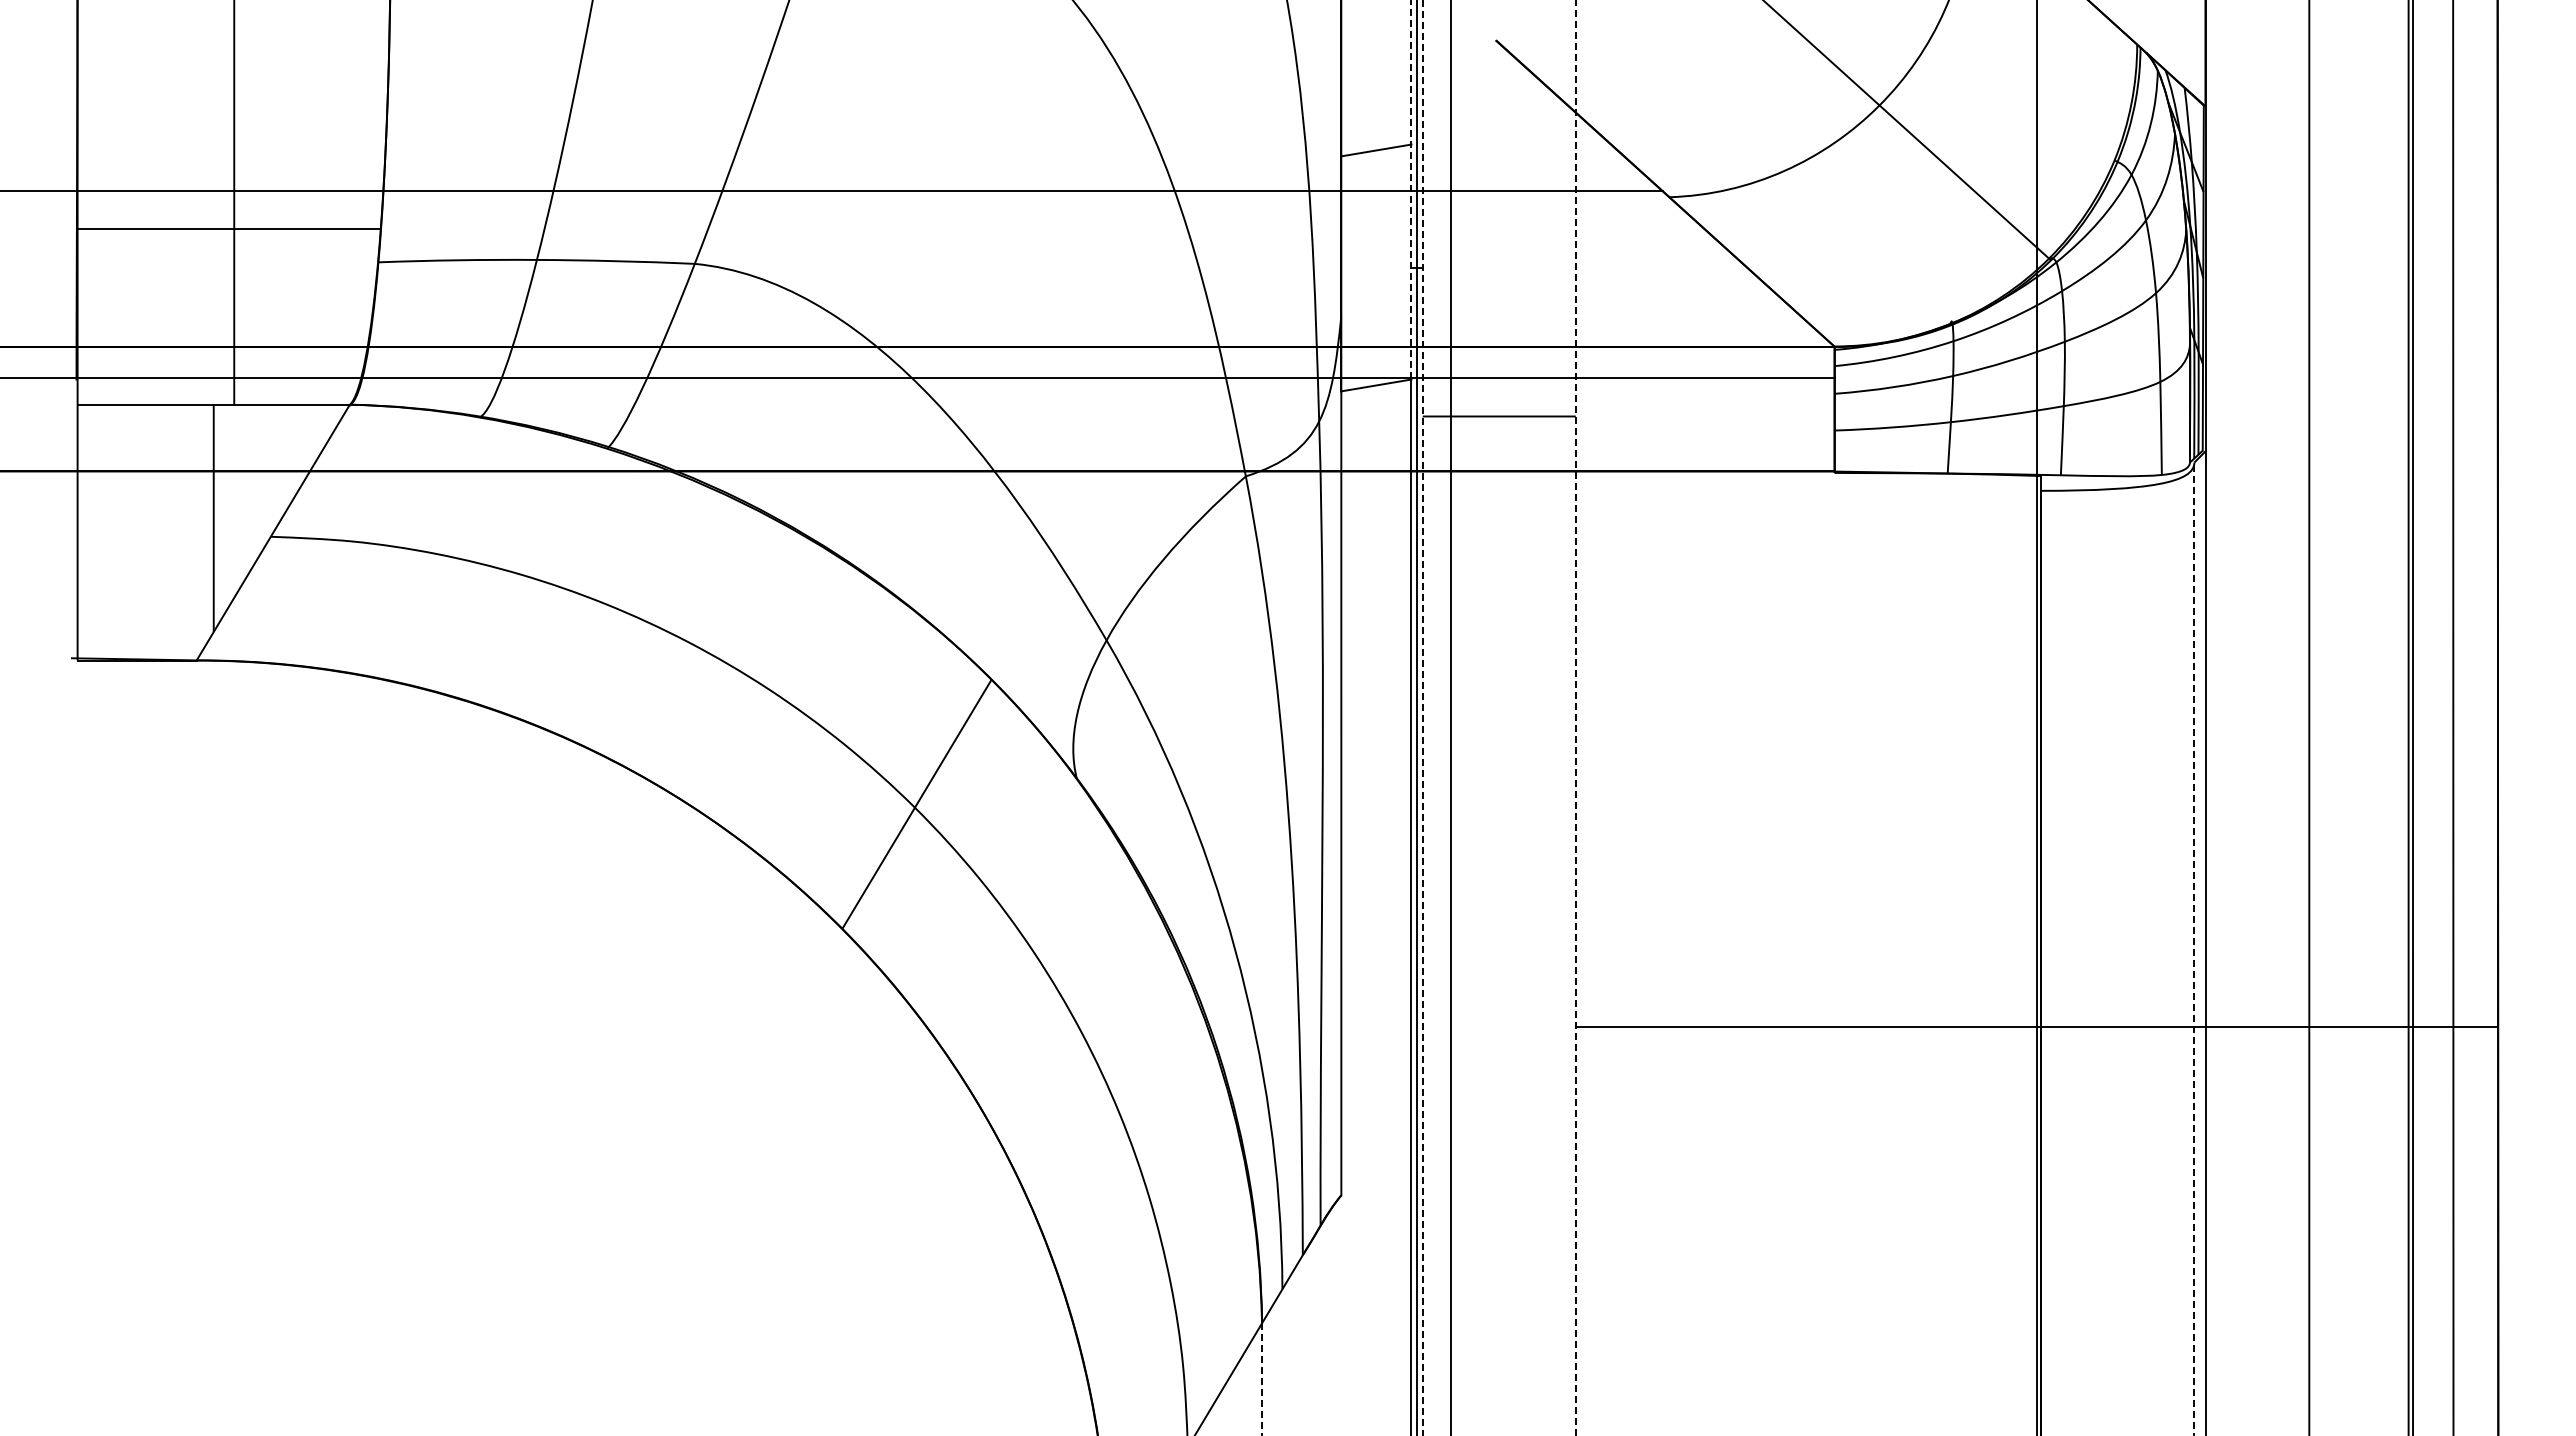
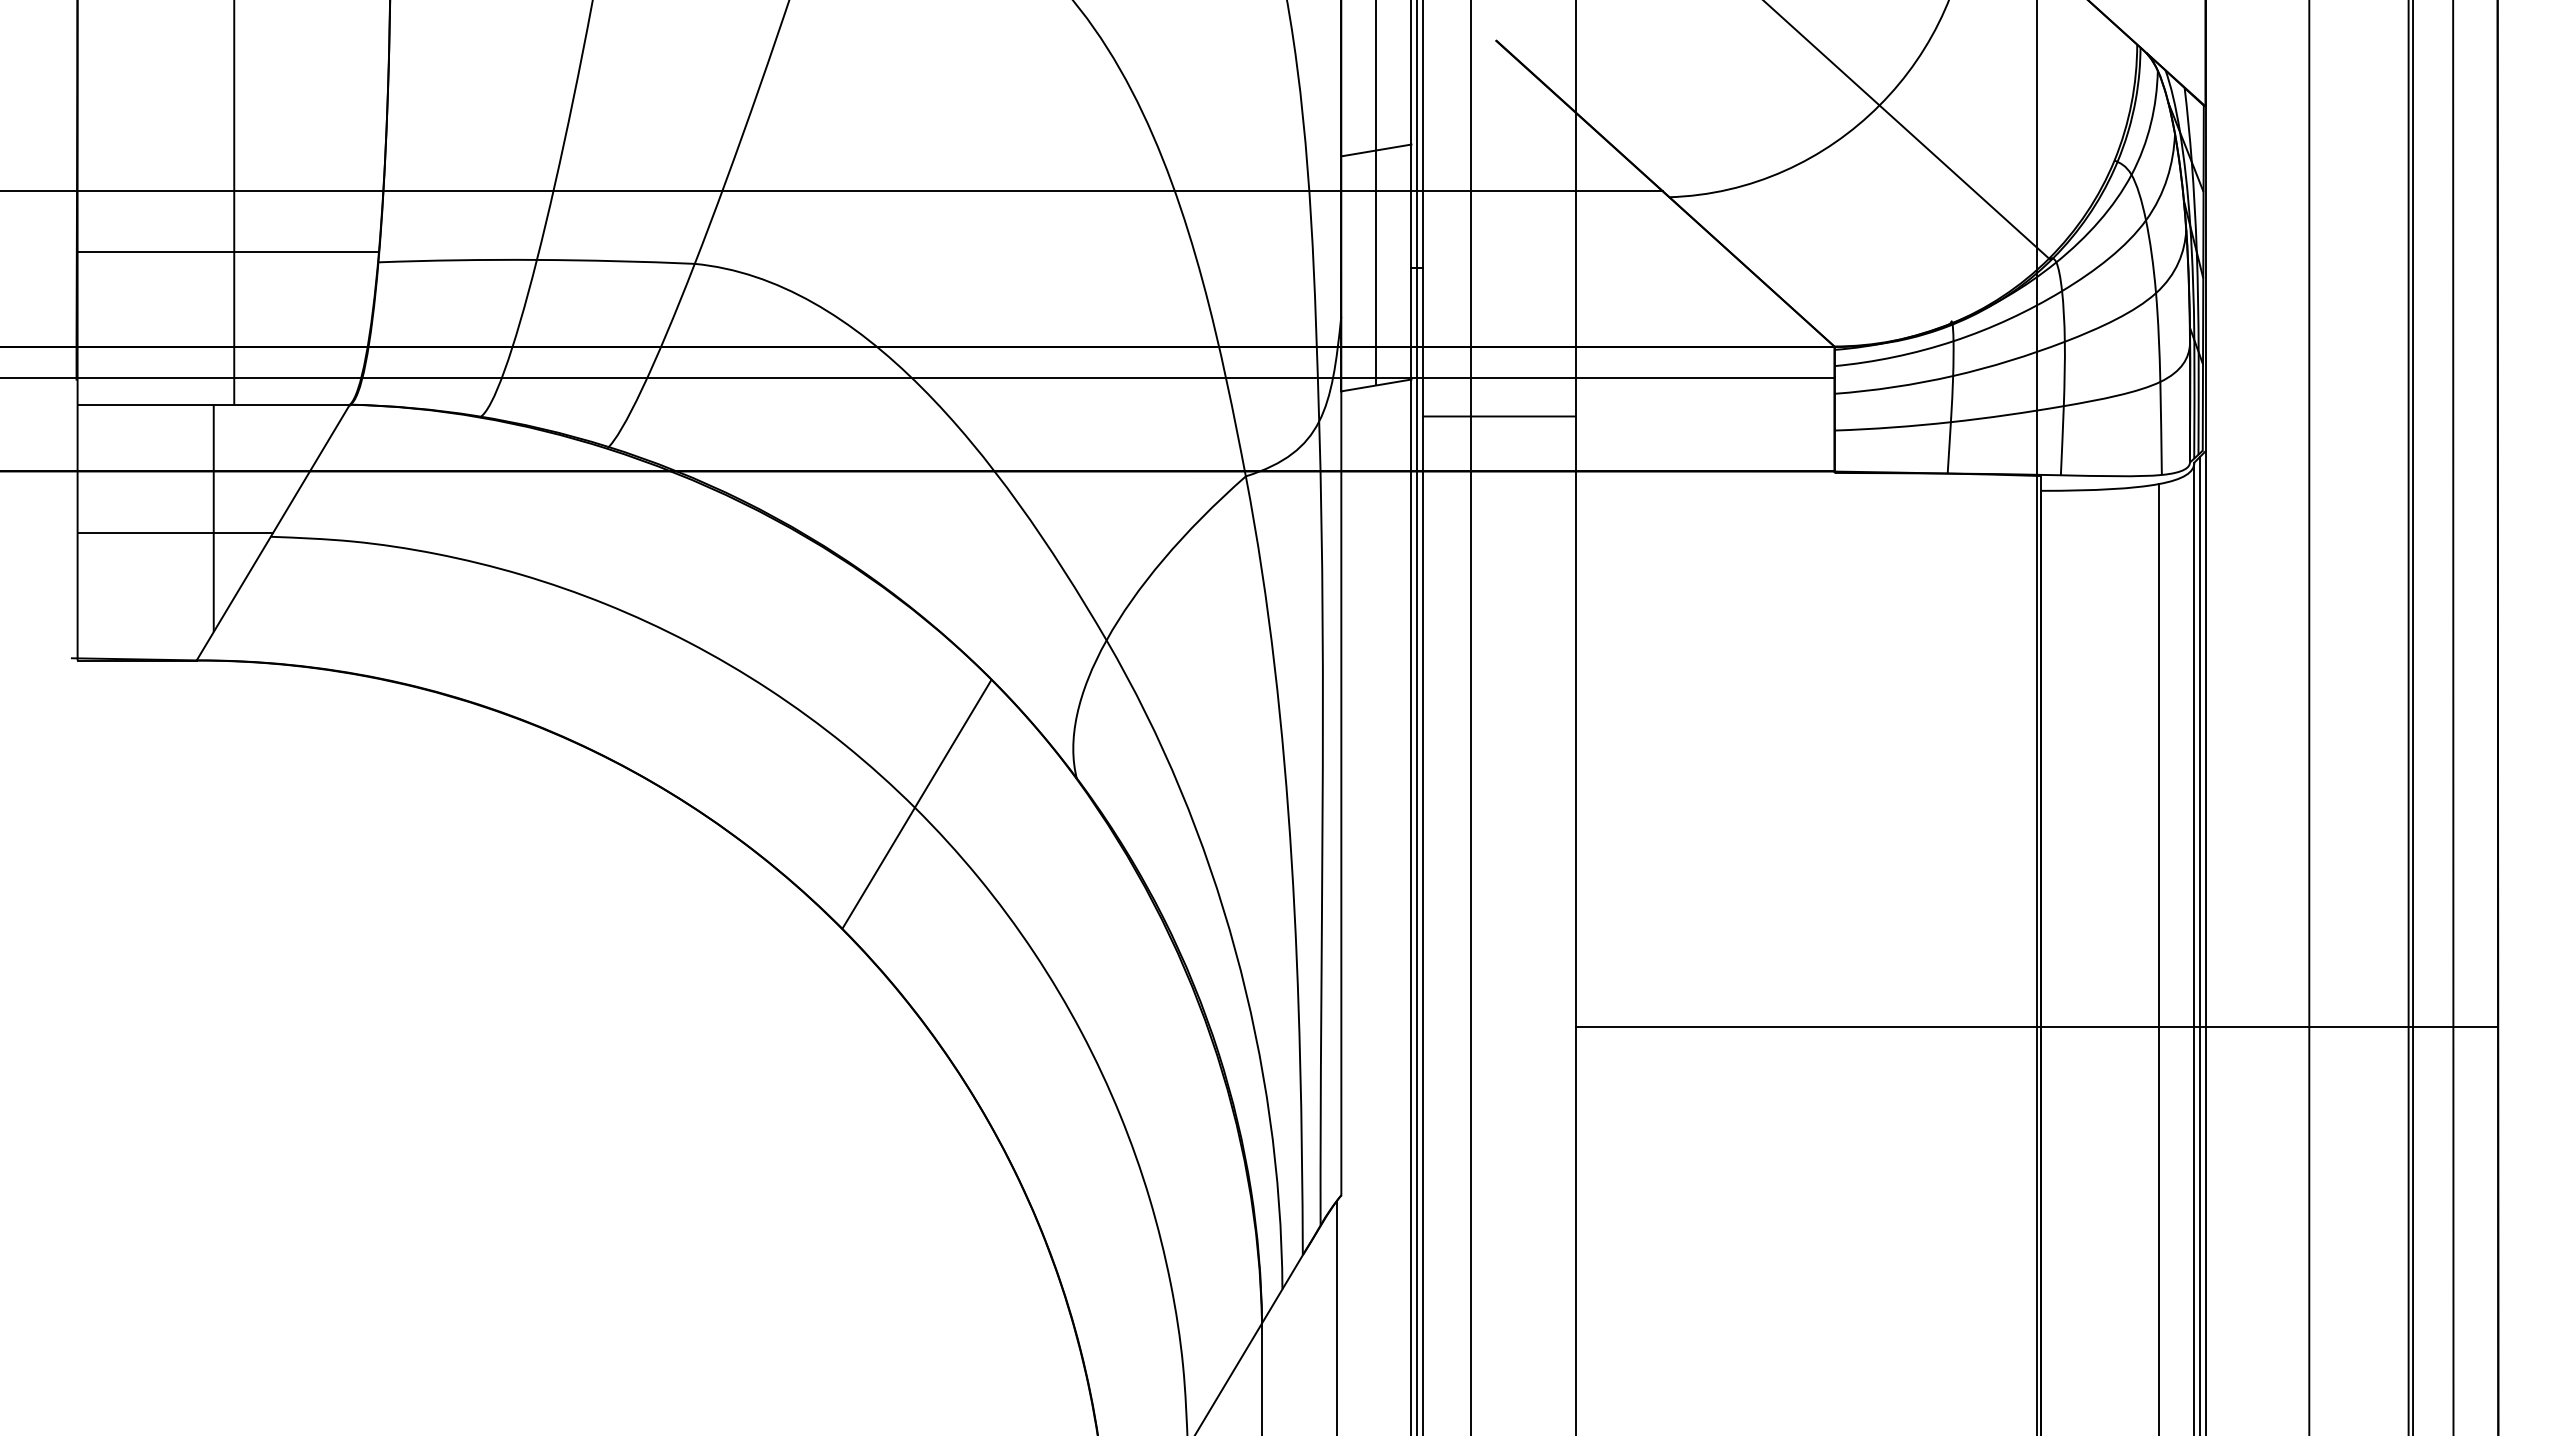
line at (1411, 190): dashed -> solid
line at (1376, 193): none -> present
line at (227, 229) position: (227, 229) -> (227, 252)
line at (175, 532): none -> present
line at (1422, 717): dashed -> solid
line at (1451, 717) position: (1451, 717) -> (1471, 717)
line at (1575, 717): dashed -> solid
line at (2199, 944): none -> present
line at (2194, 948): dashed -> solid
line at (2158, 958): none -> present
line at (1336, 1316): none -> present
line at (1262, 1379): dashed -> solid
